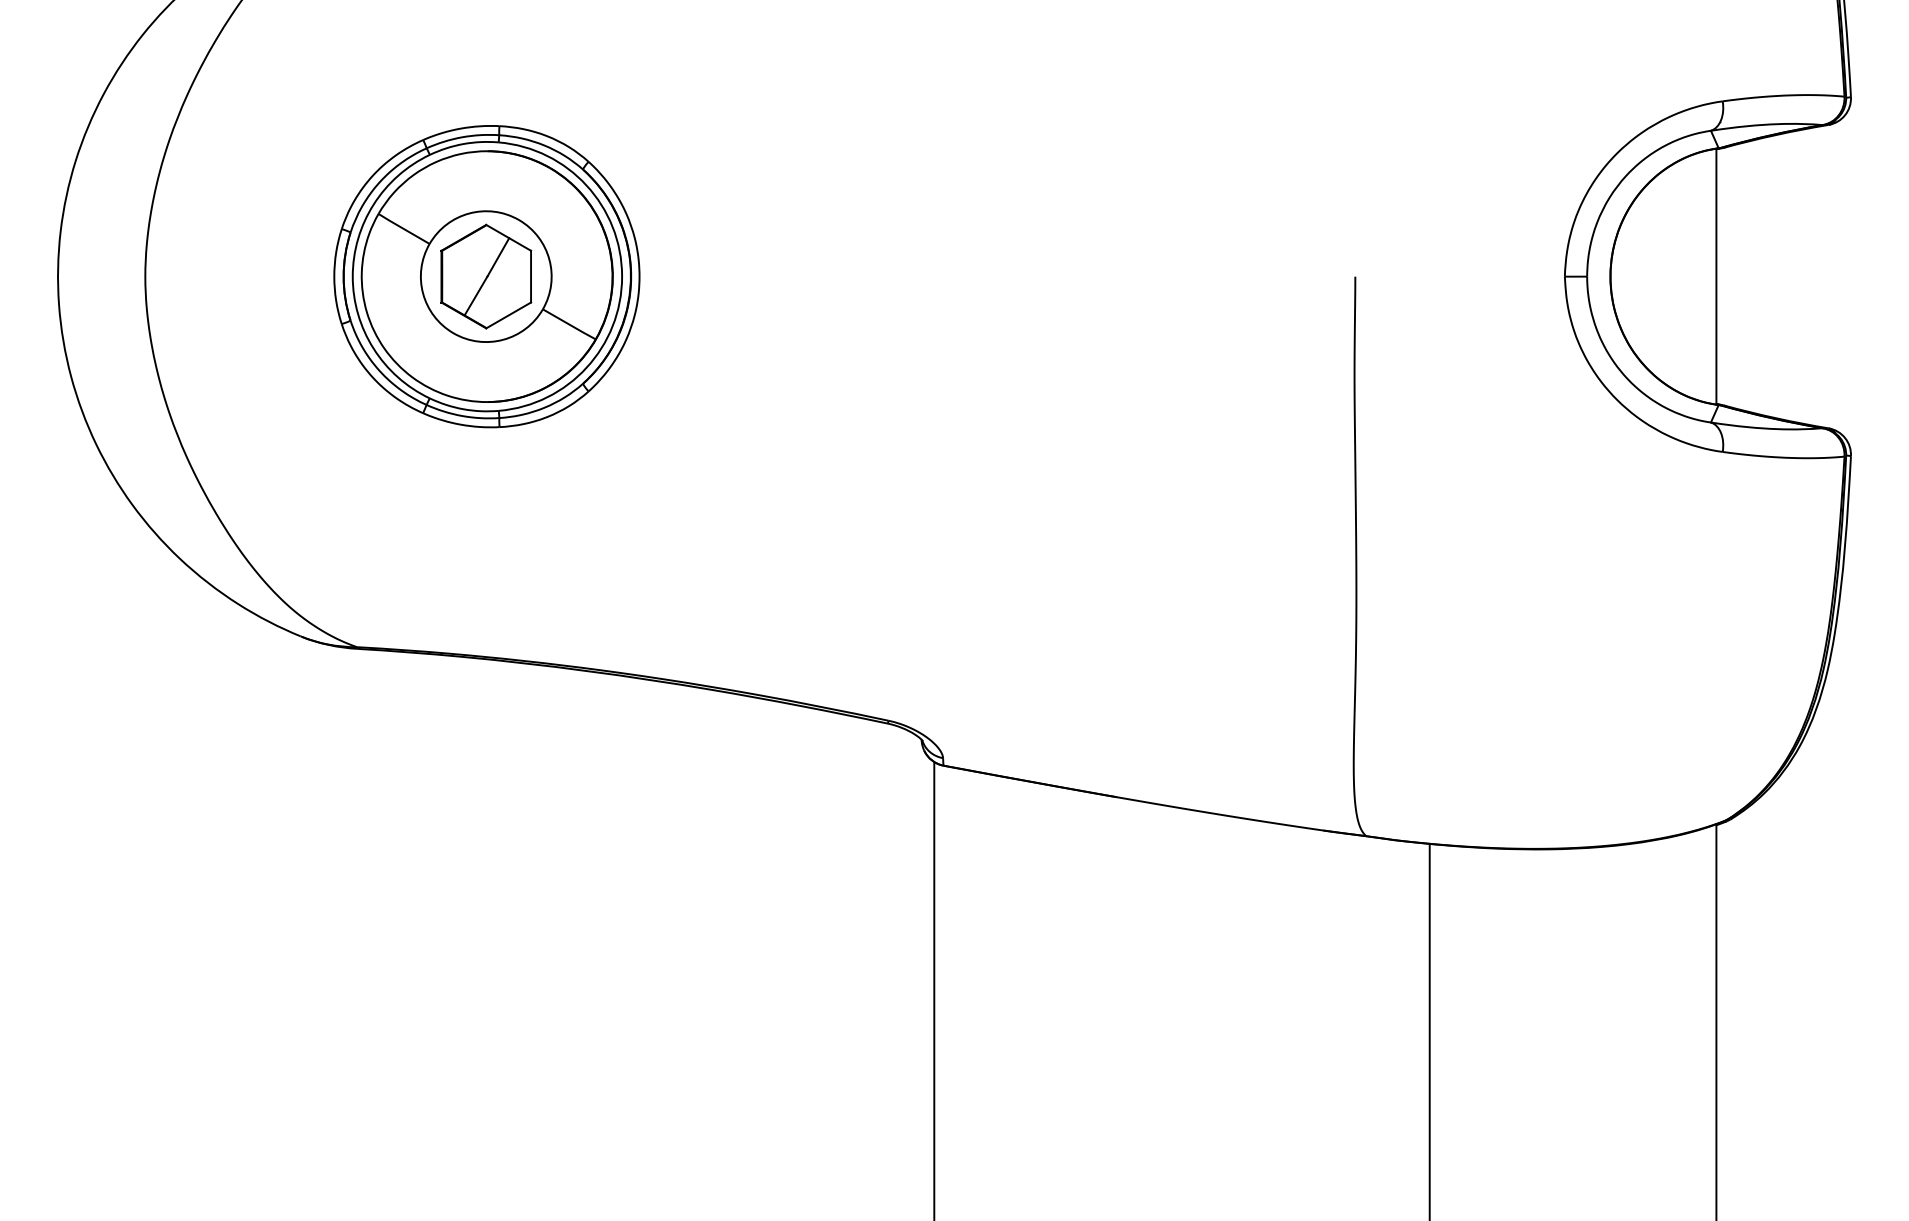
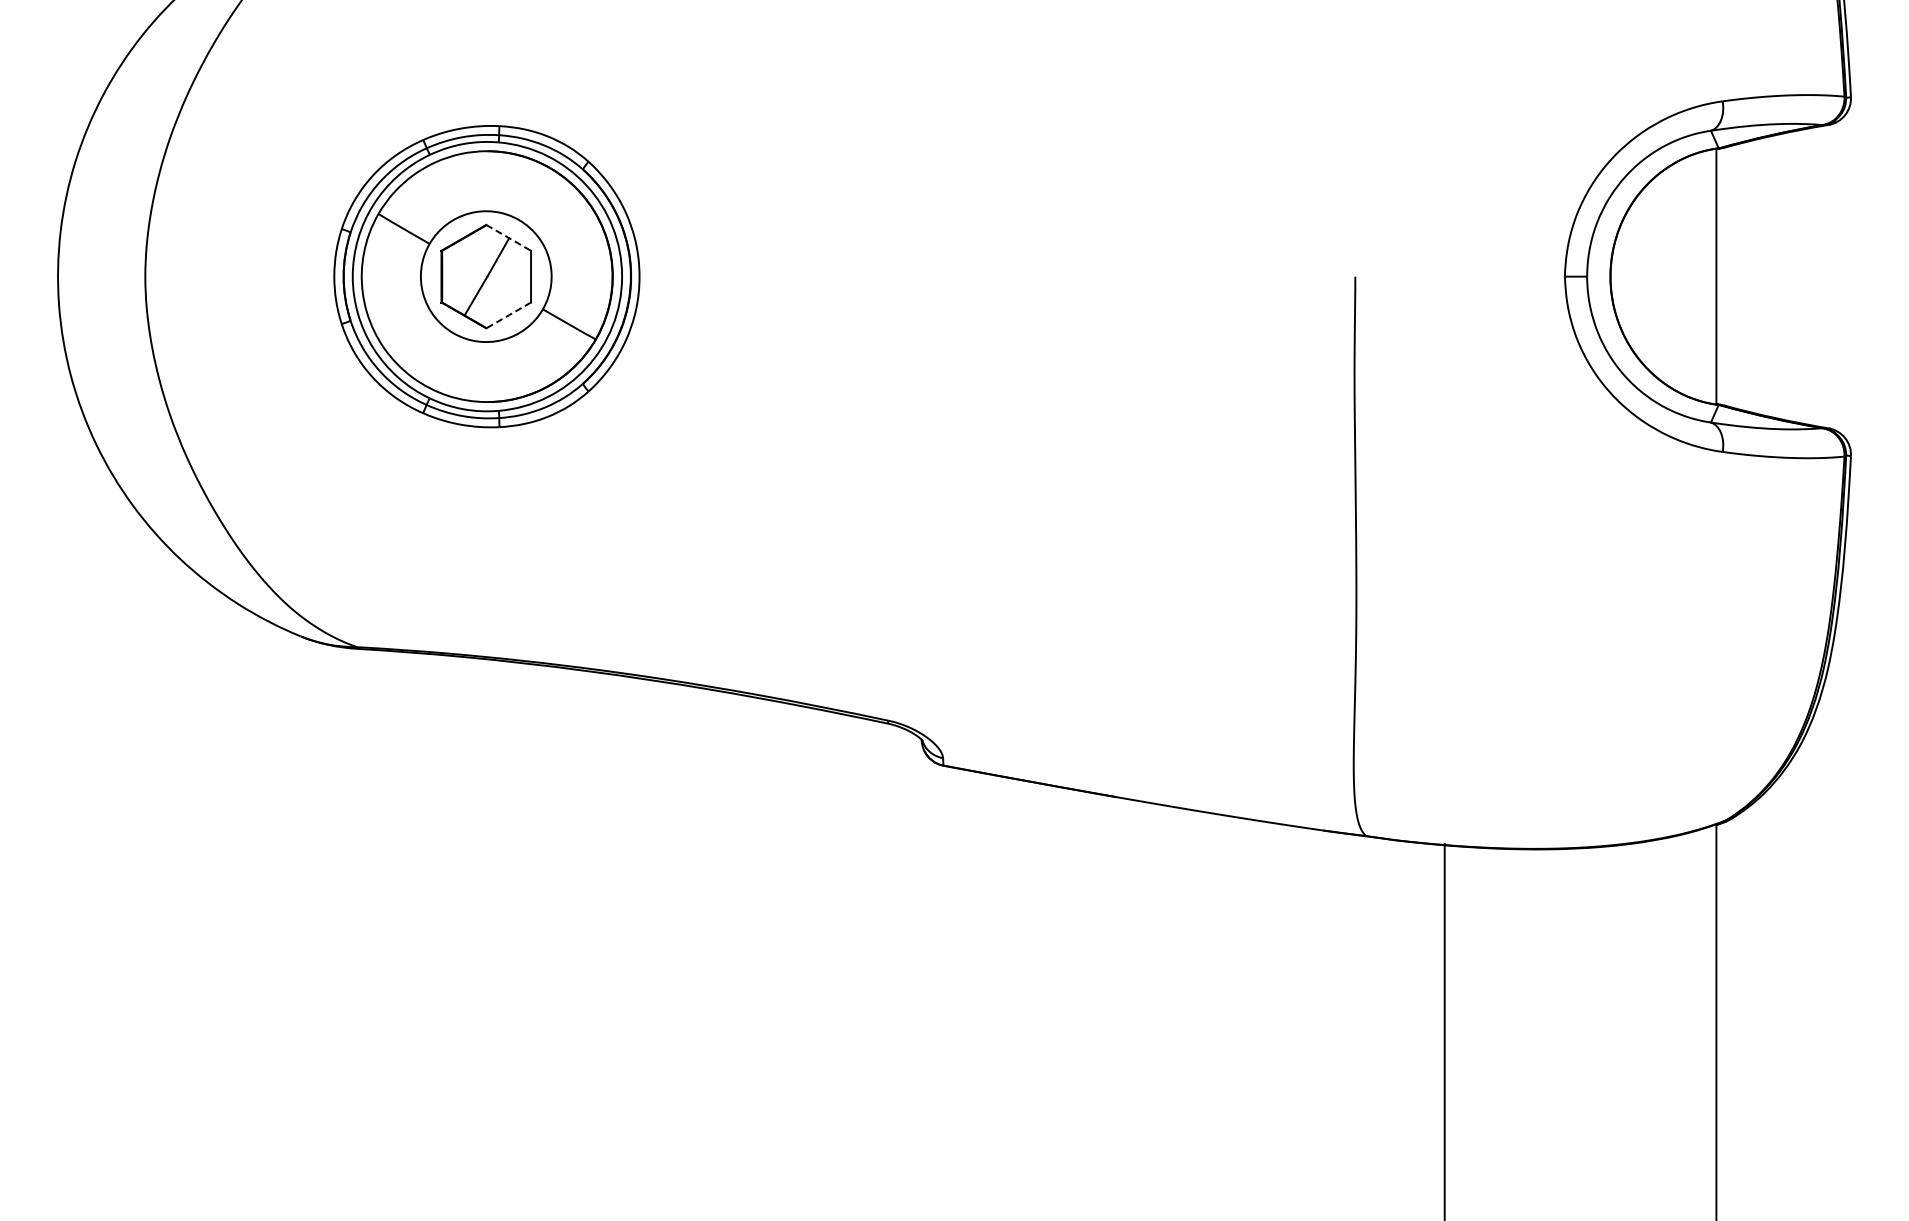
line at (508, 237): solid -> dashed
line at (508, 315): solid -> dashed
line at (934, 989): present -> none
line at (1429, 1030) position: (1429, 1030) -> (1444, 1030)
